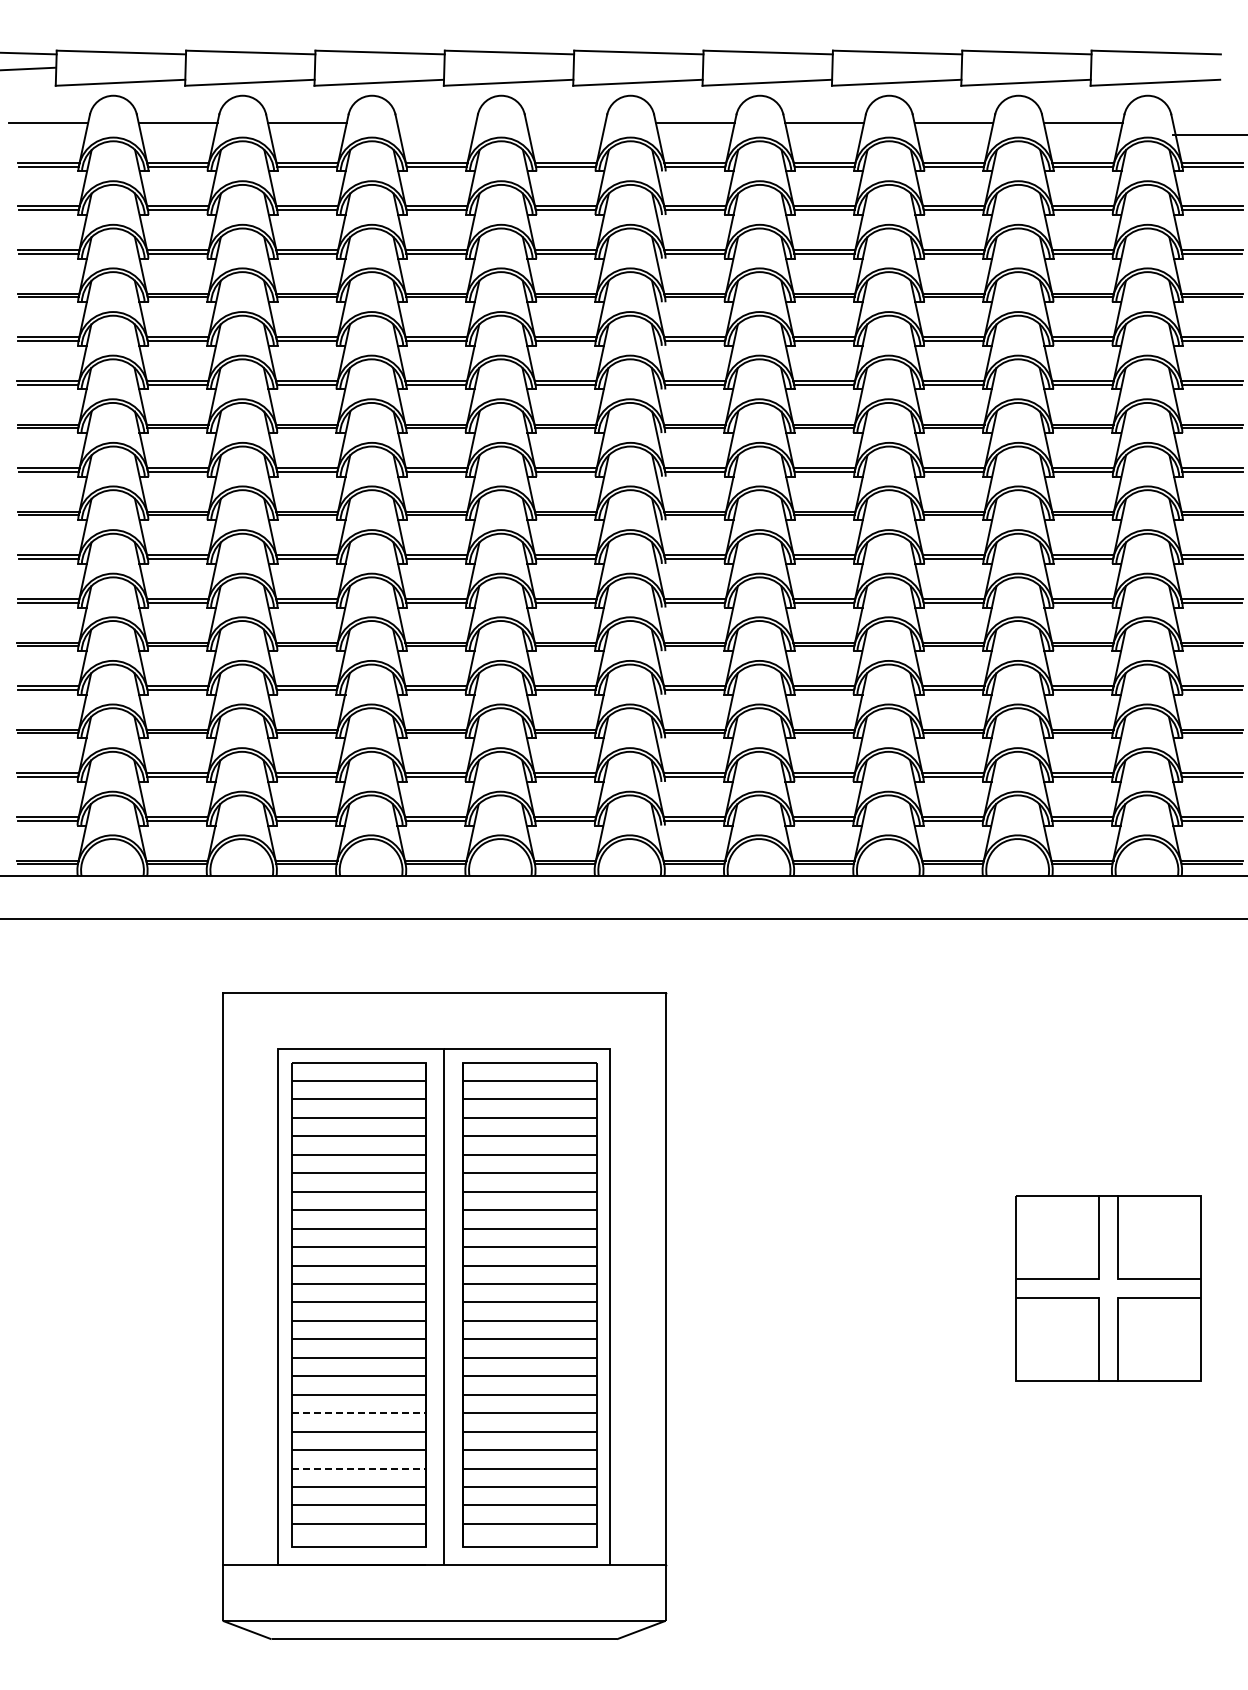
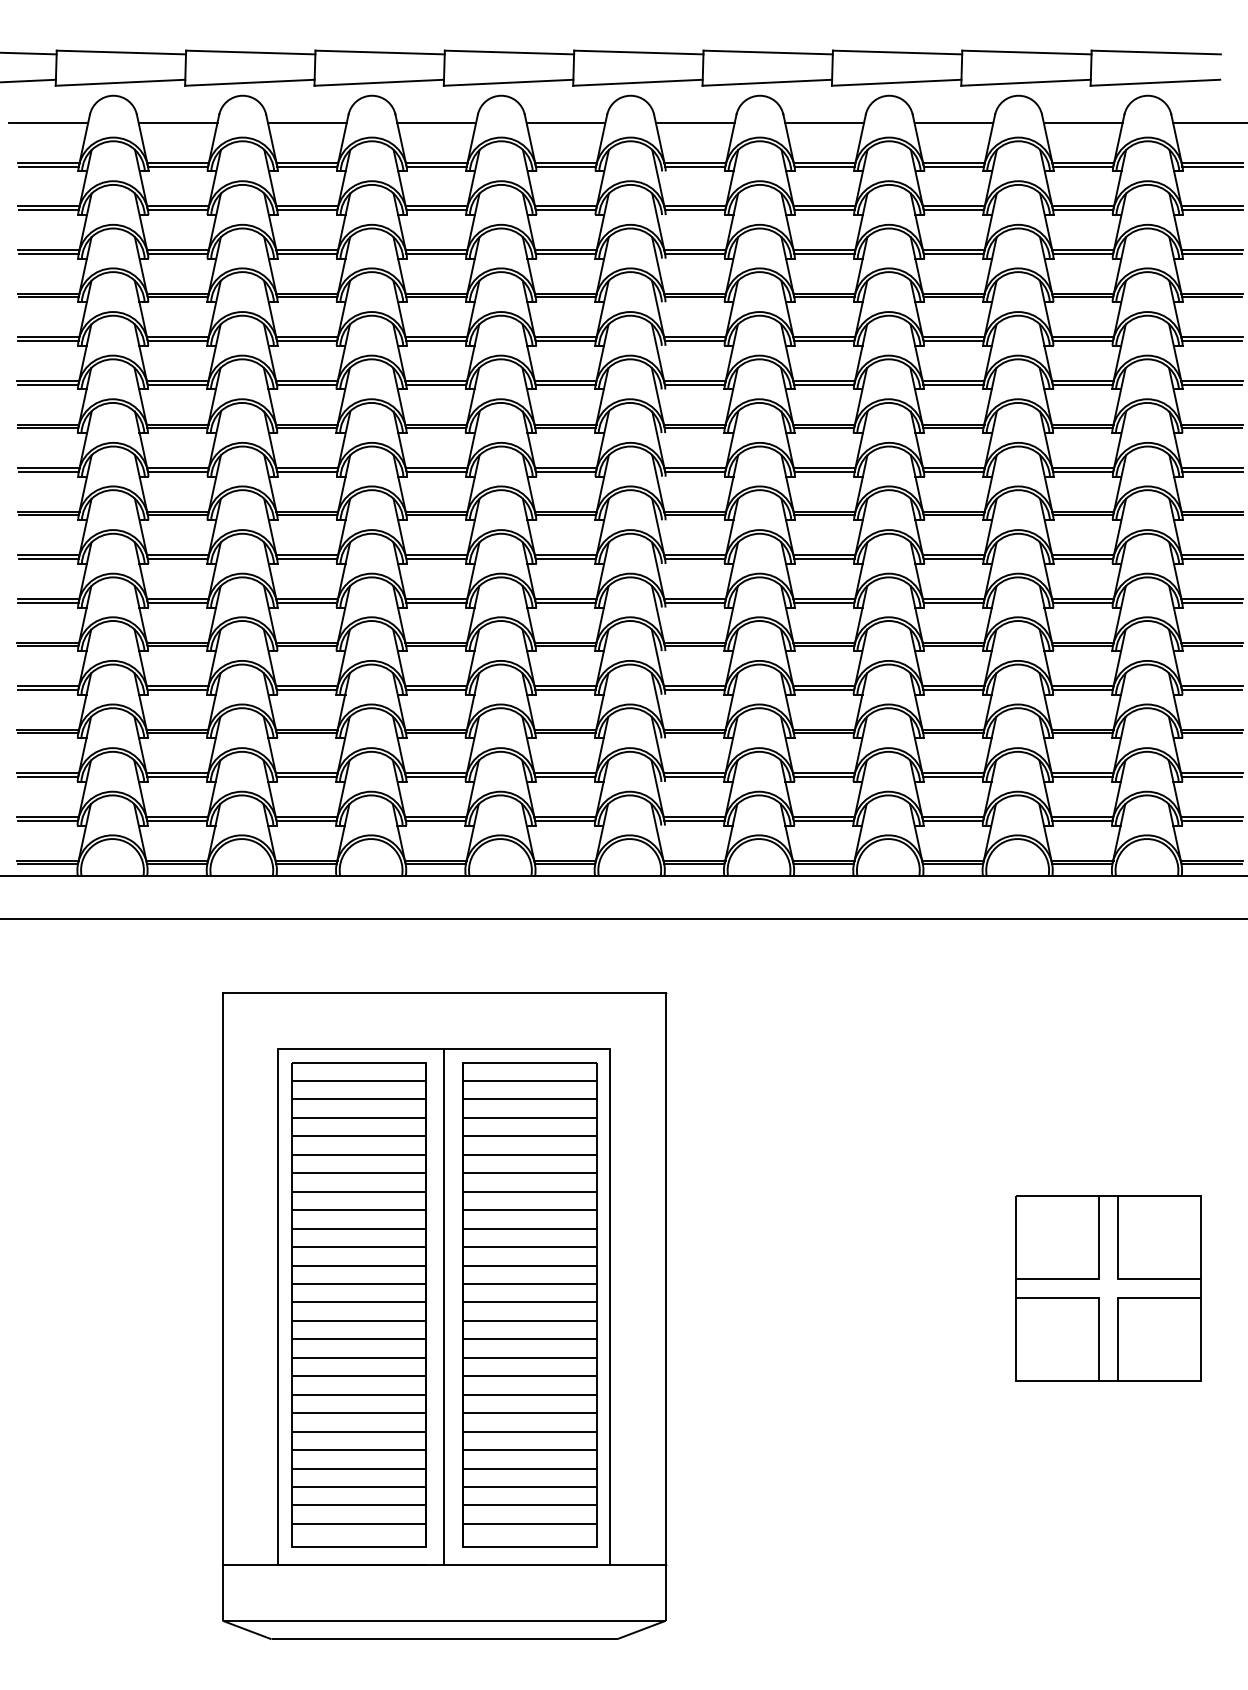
line at (28, 68) position: (28, 68) -> (28, 80)
line at (436, 122): none -> present
line at (565, 122): none -> present
line at (1208, 134) position: (1208, 134) -> (1208, 122)
line at (358, 1413): dashed -> solid
line at (358, 1468): dashed -> solid
